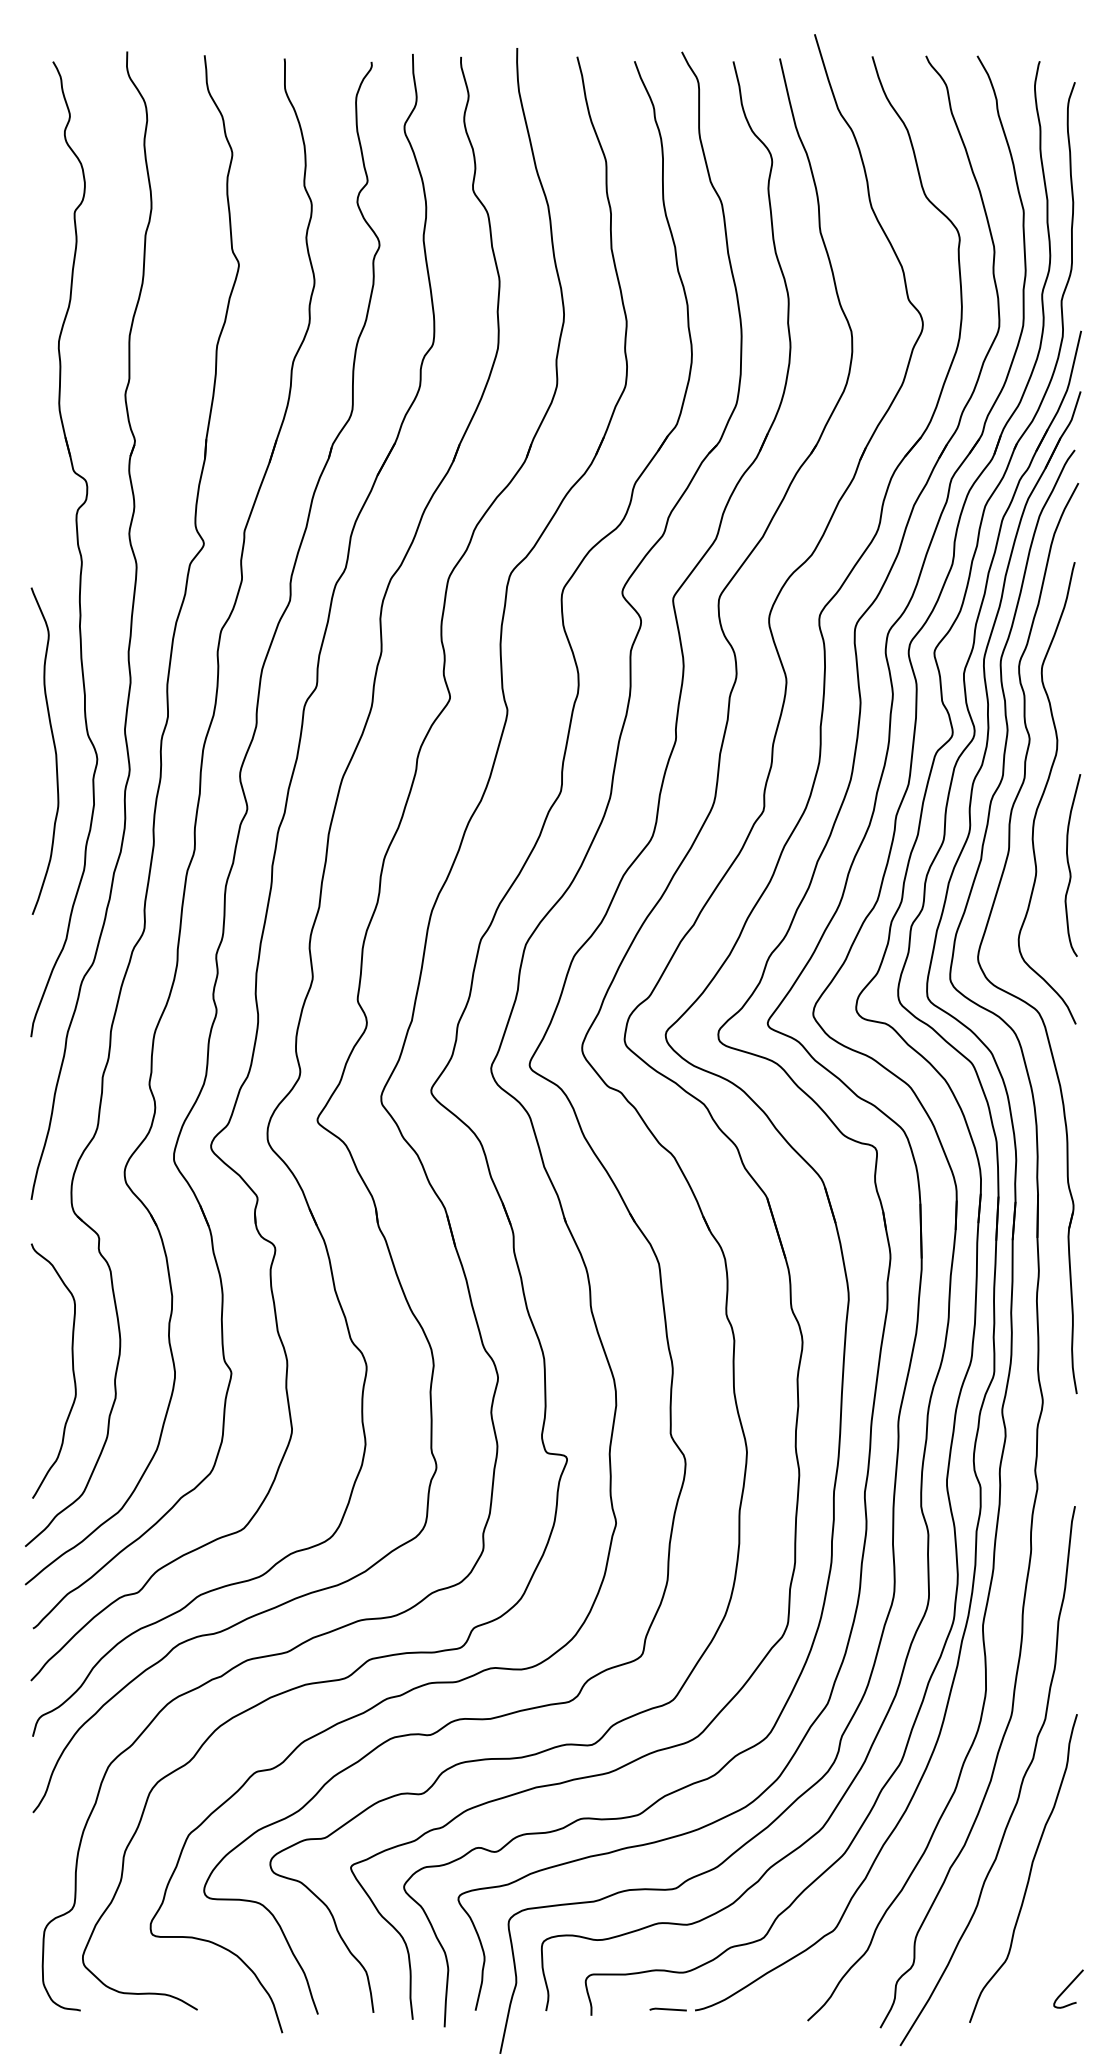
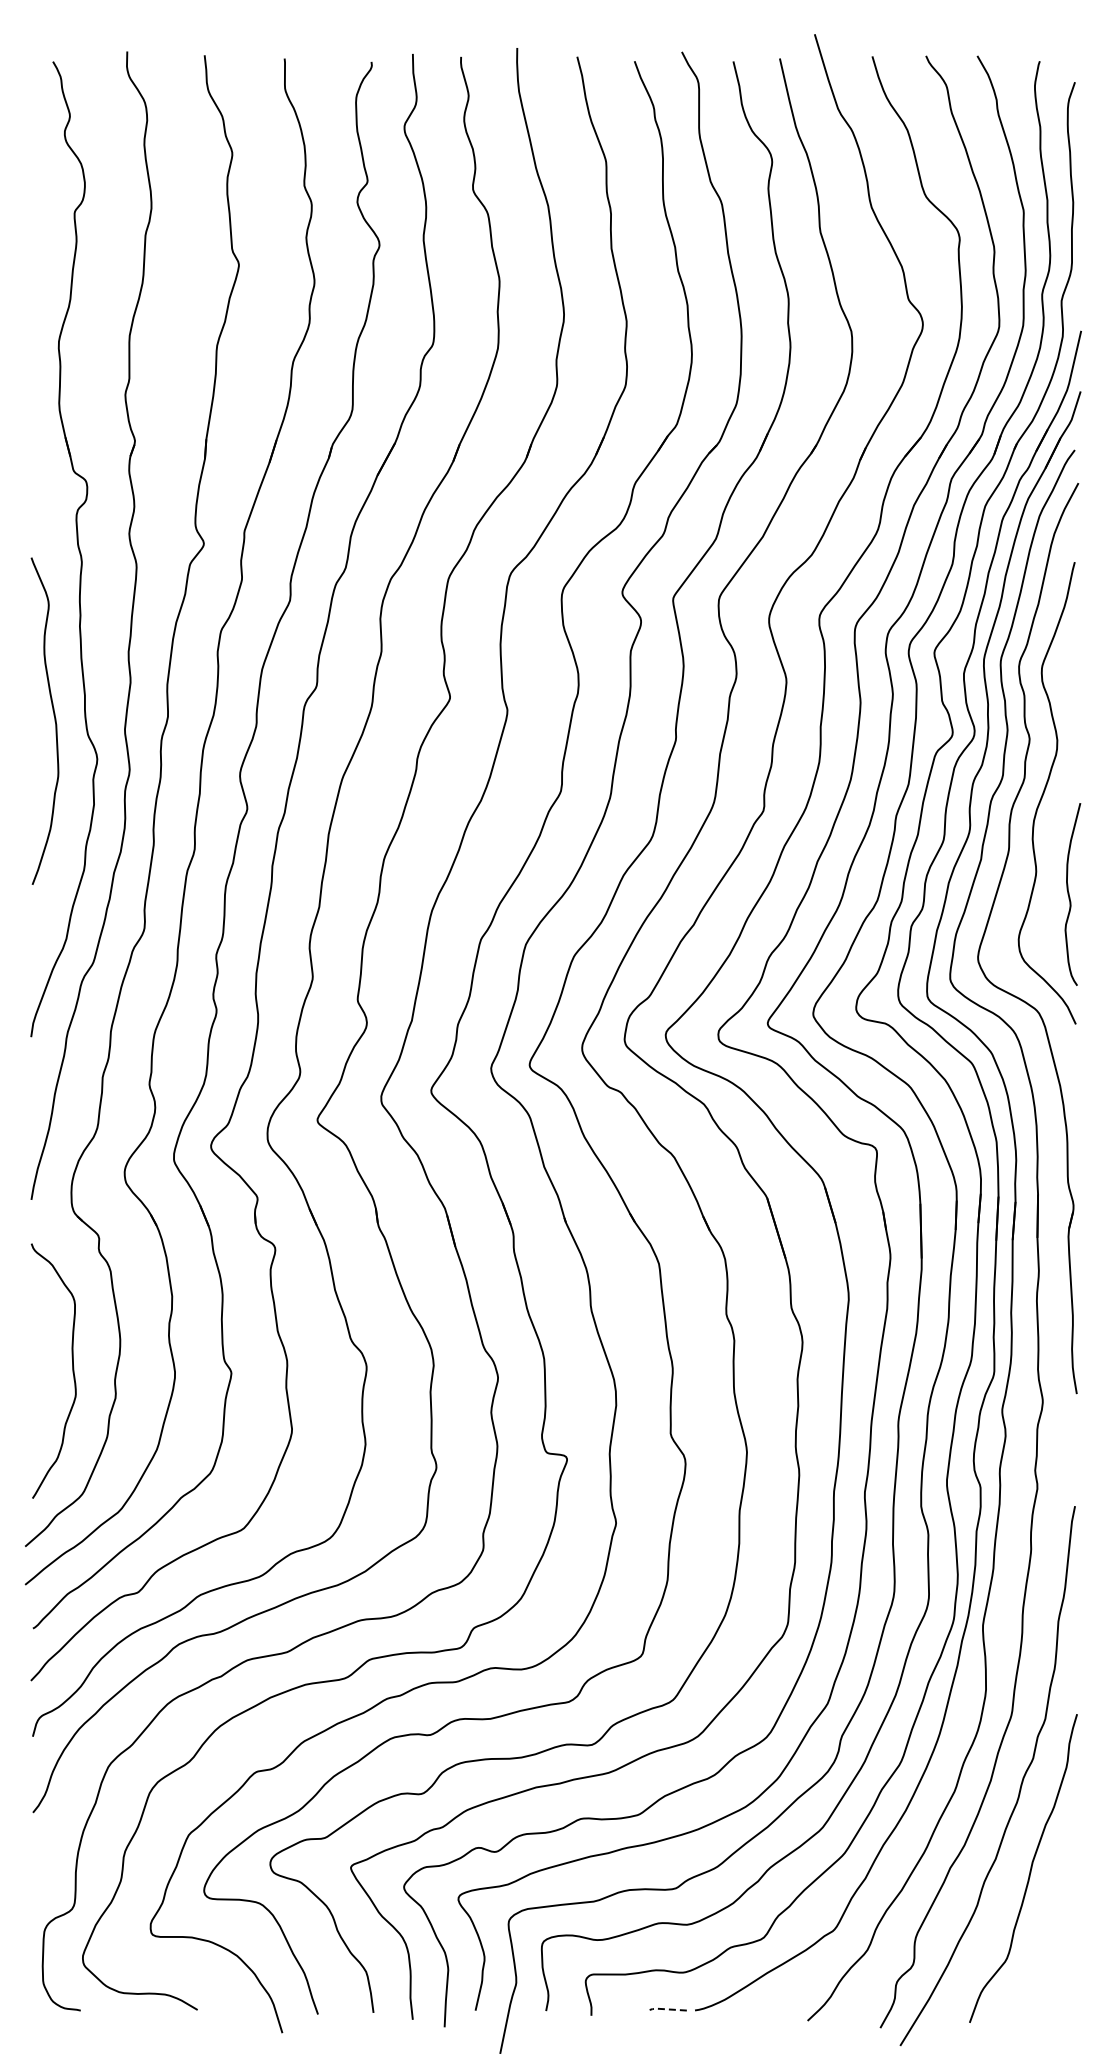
curve at (54, 750) position: (54, 750) -> (54, 720)
curve at (1069, 865) position: (1069, 865) -> (1069, 894)
curve at (1068, 1987): present -> none
line at (666, 2009): solid -> dashed
